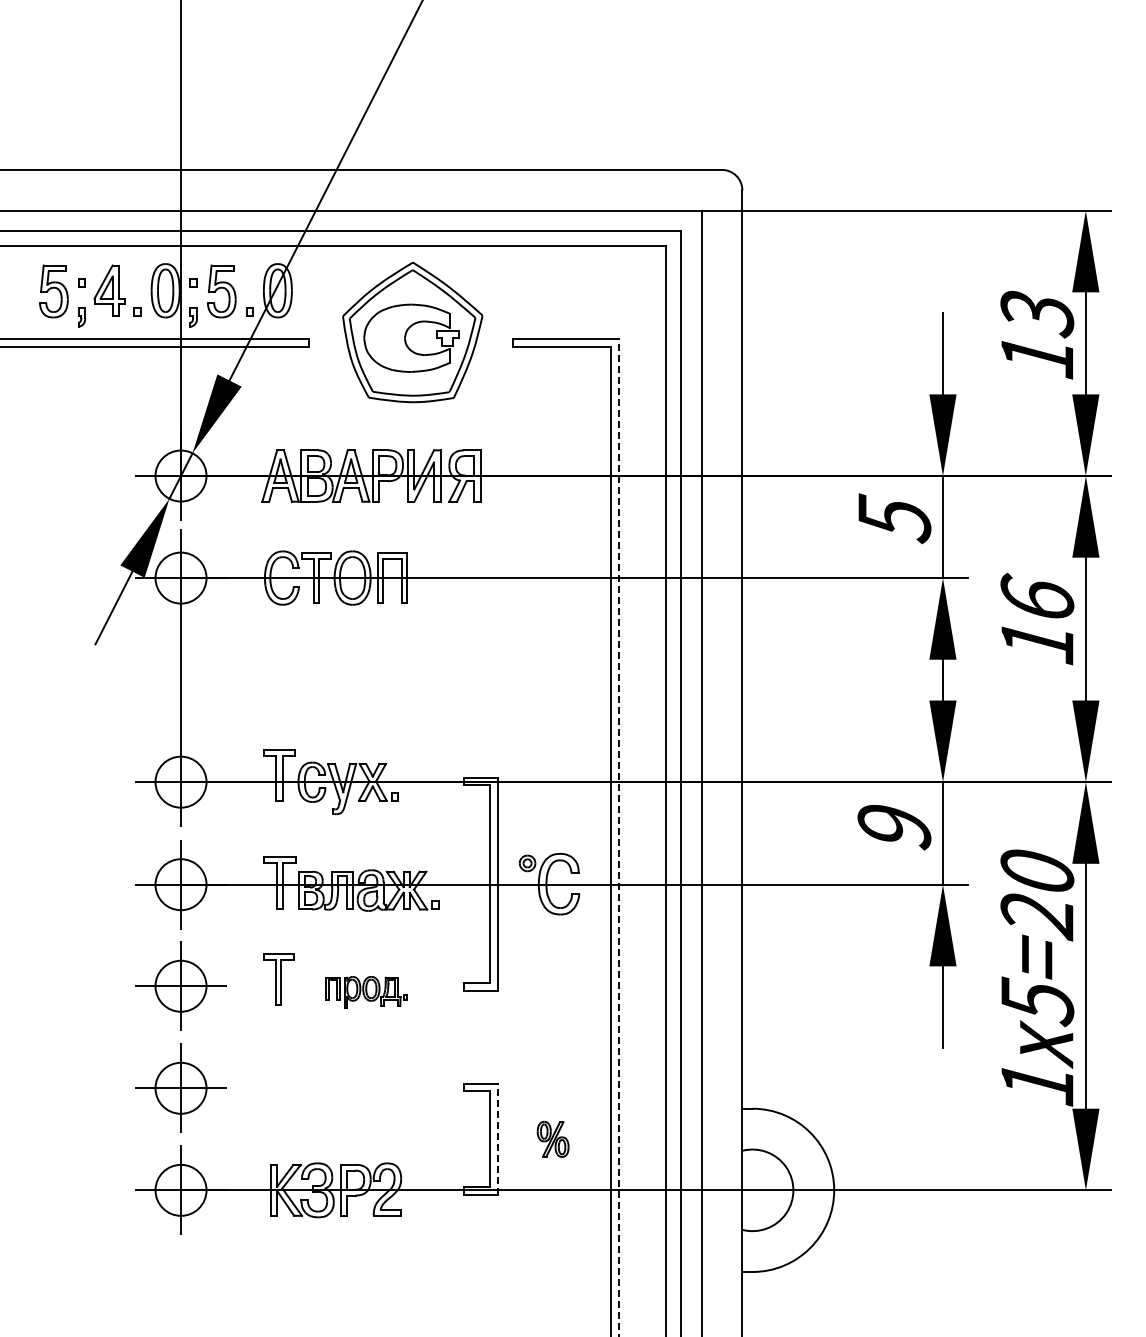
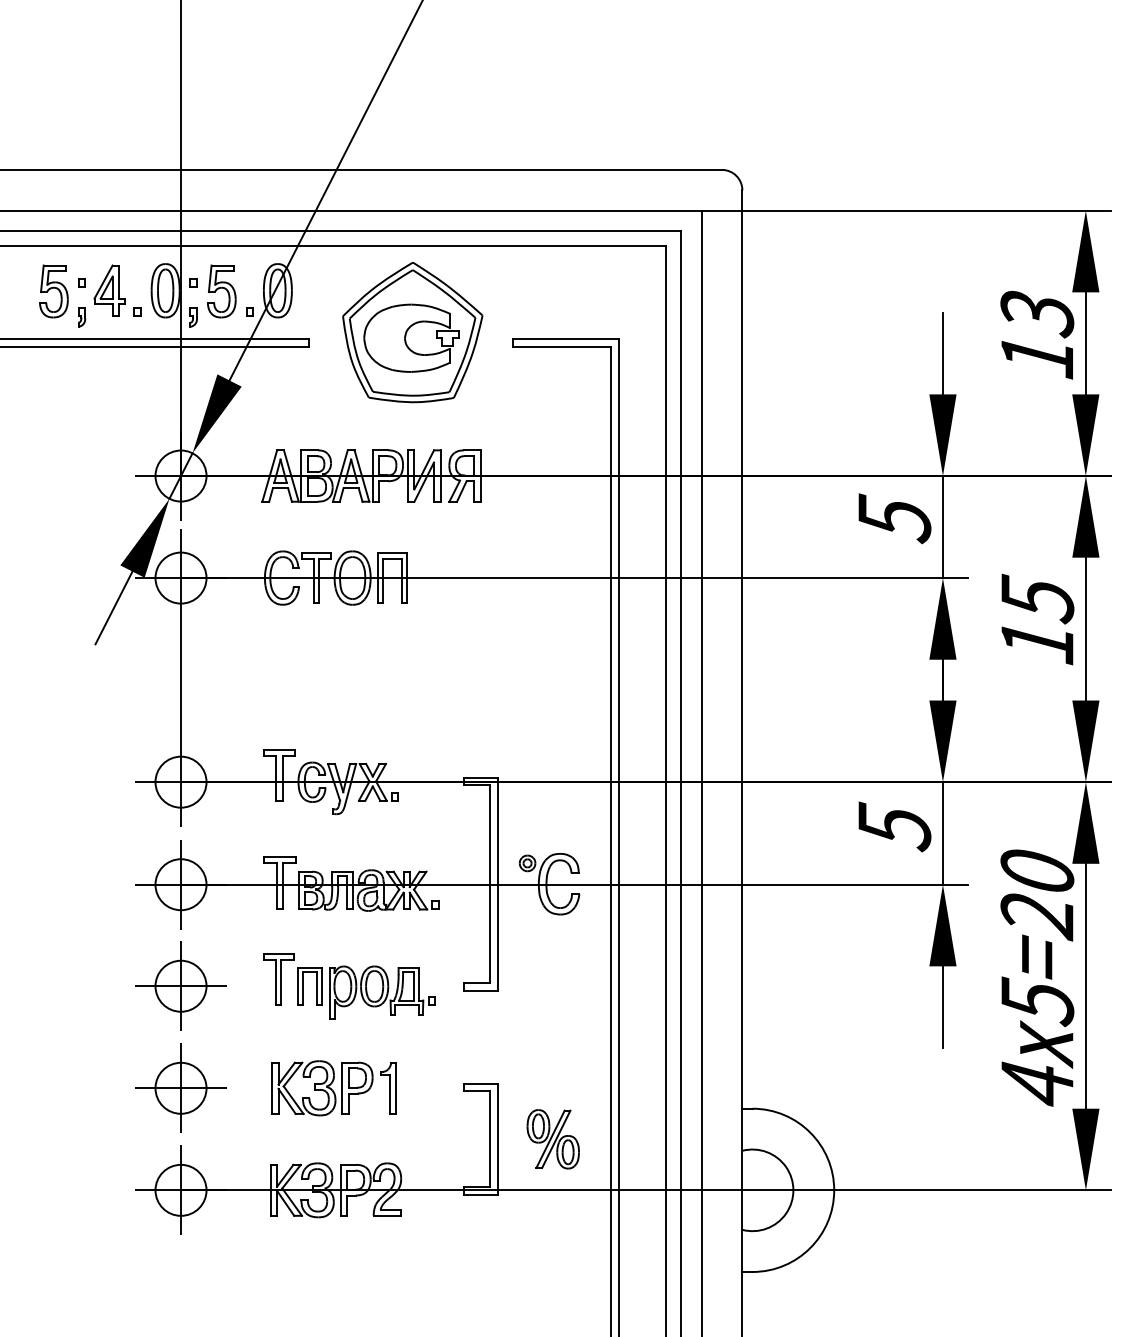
text at (1037, 598): 16 -> 15
text at (894, 826): 9 -> 5
line at (618, 838): dashed -> solid
part at (366, 992) size: 83x33 px -> 139x55 px
text at (1037, 1083): 1 -> 4
part at (333, 1088): none -> present
line at (497, 1138): dashed -> solid
part at (552, 1139) size: 34x37 px -> 54x61 px
